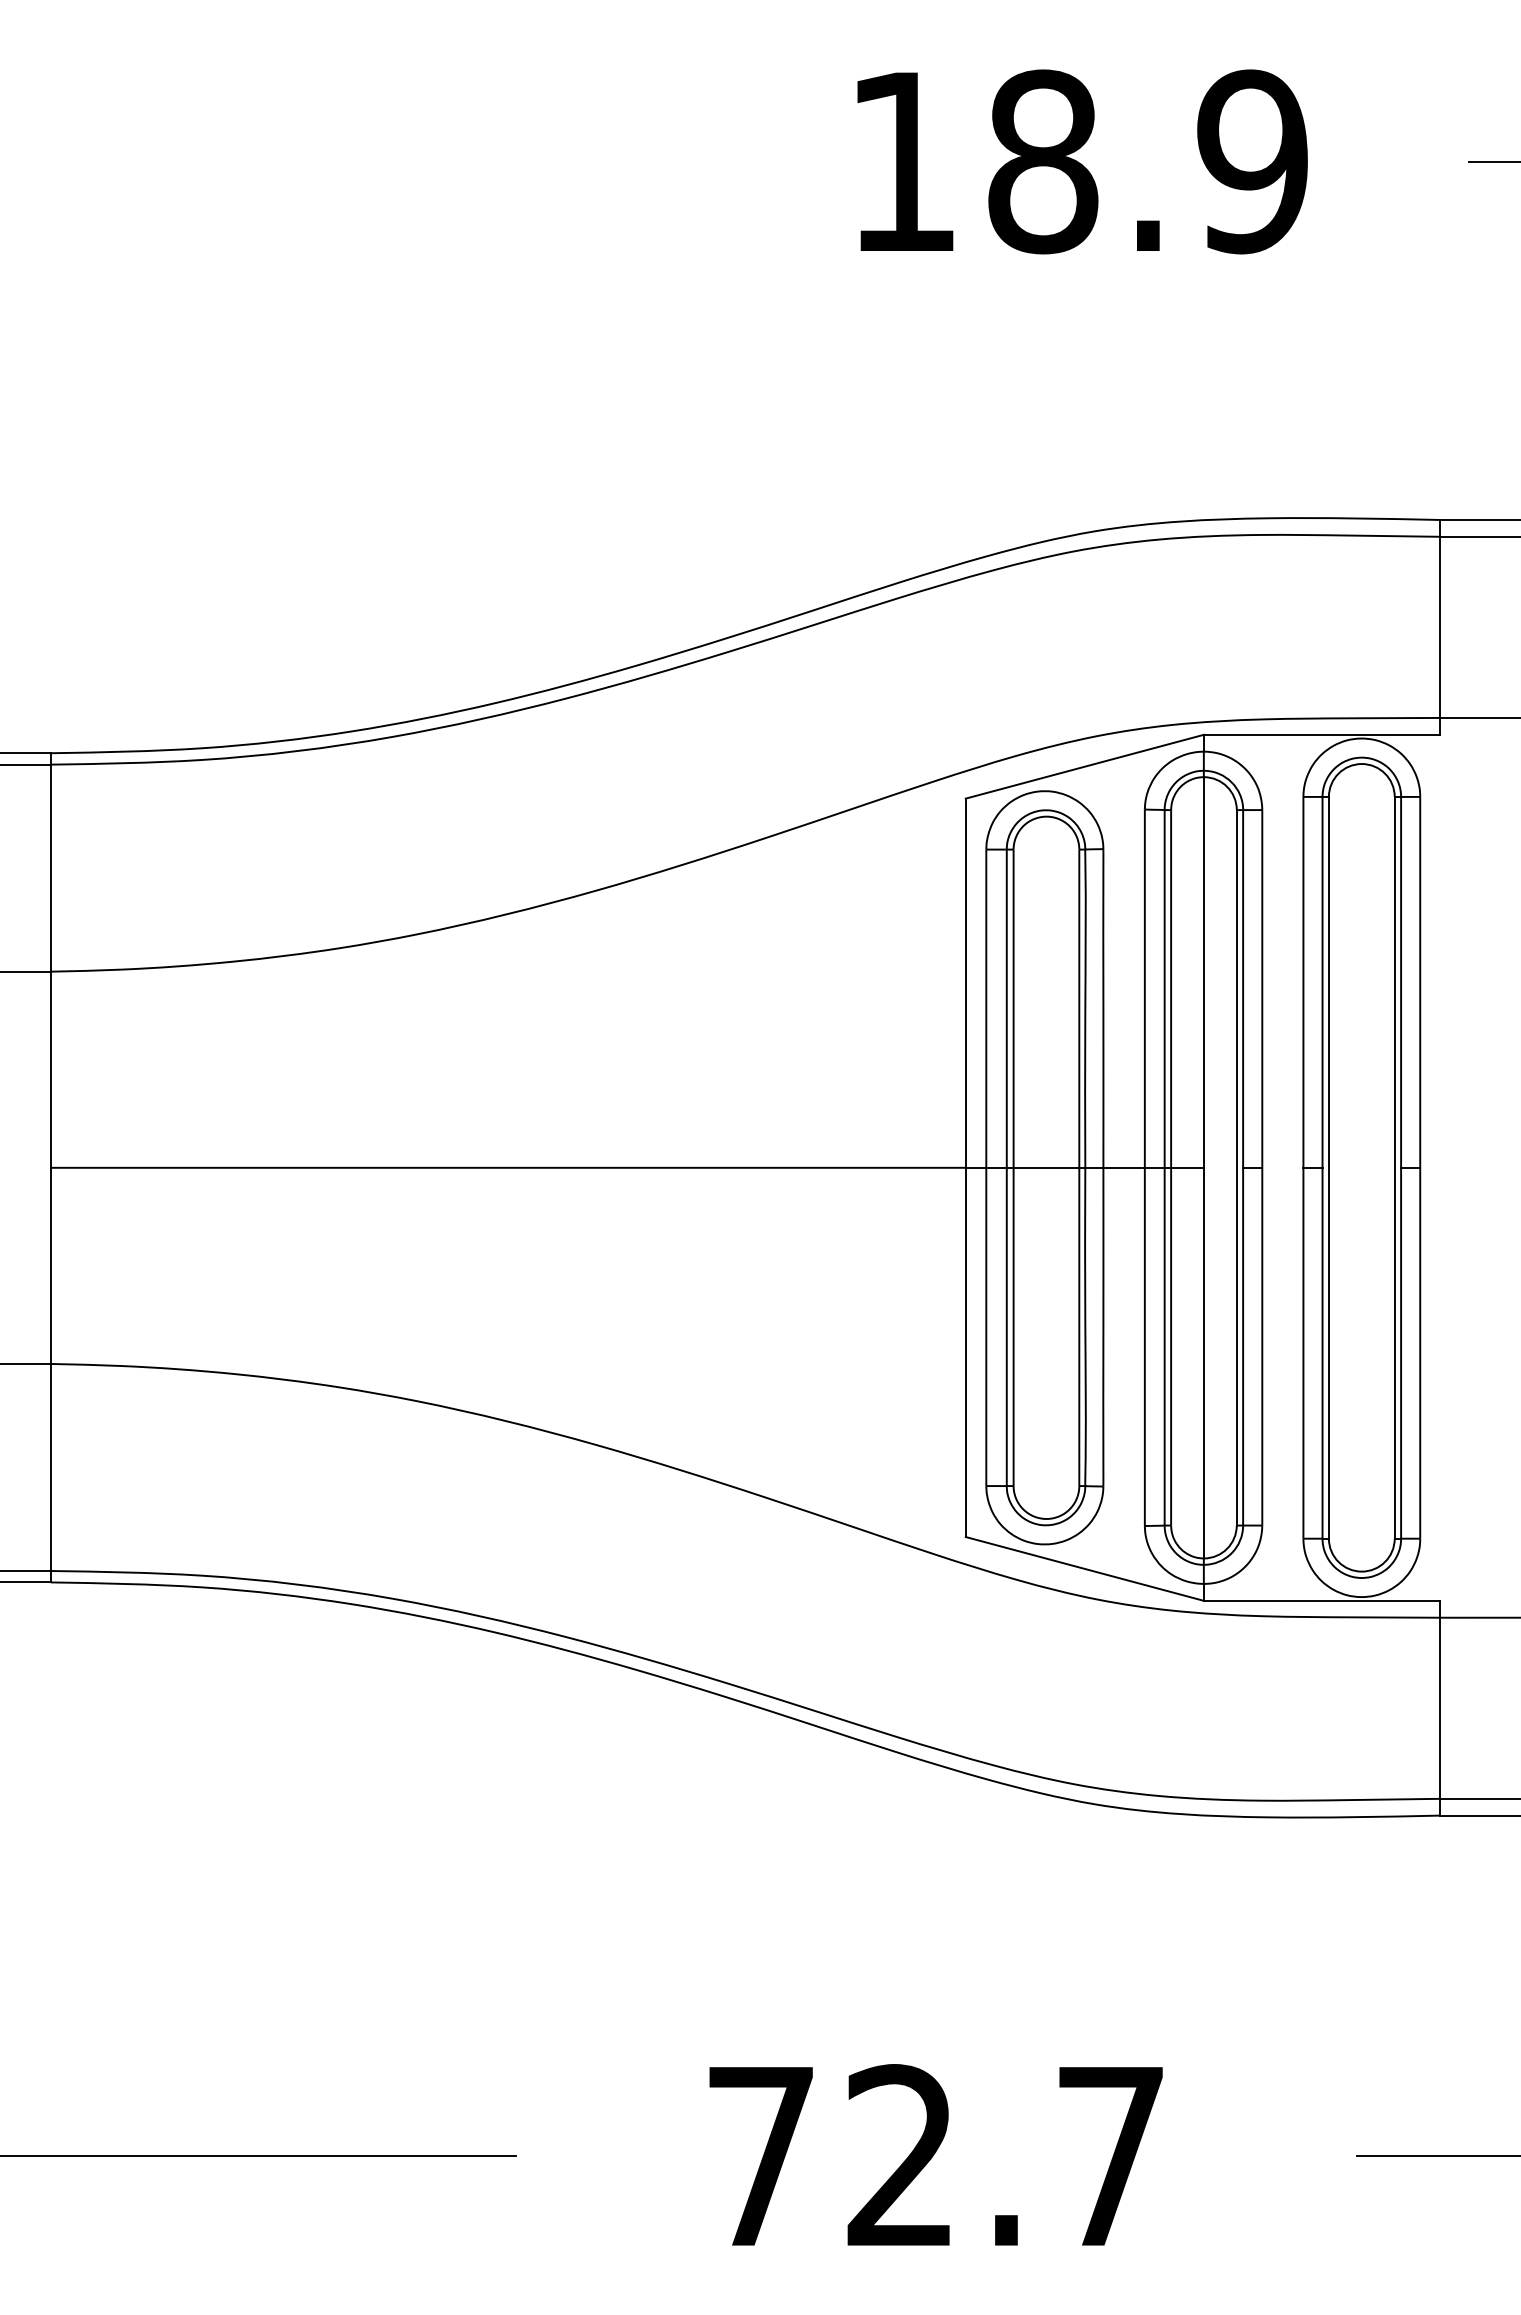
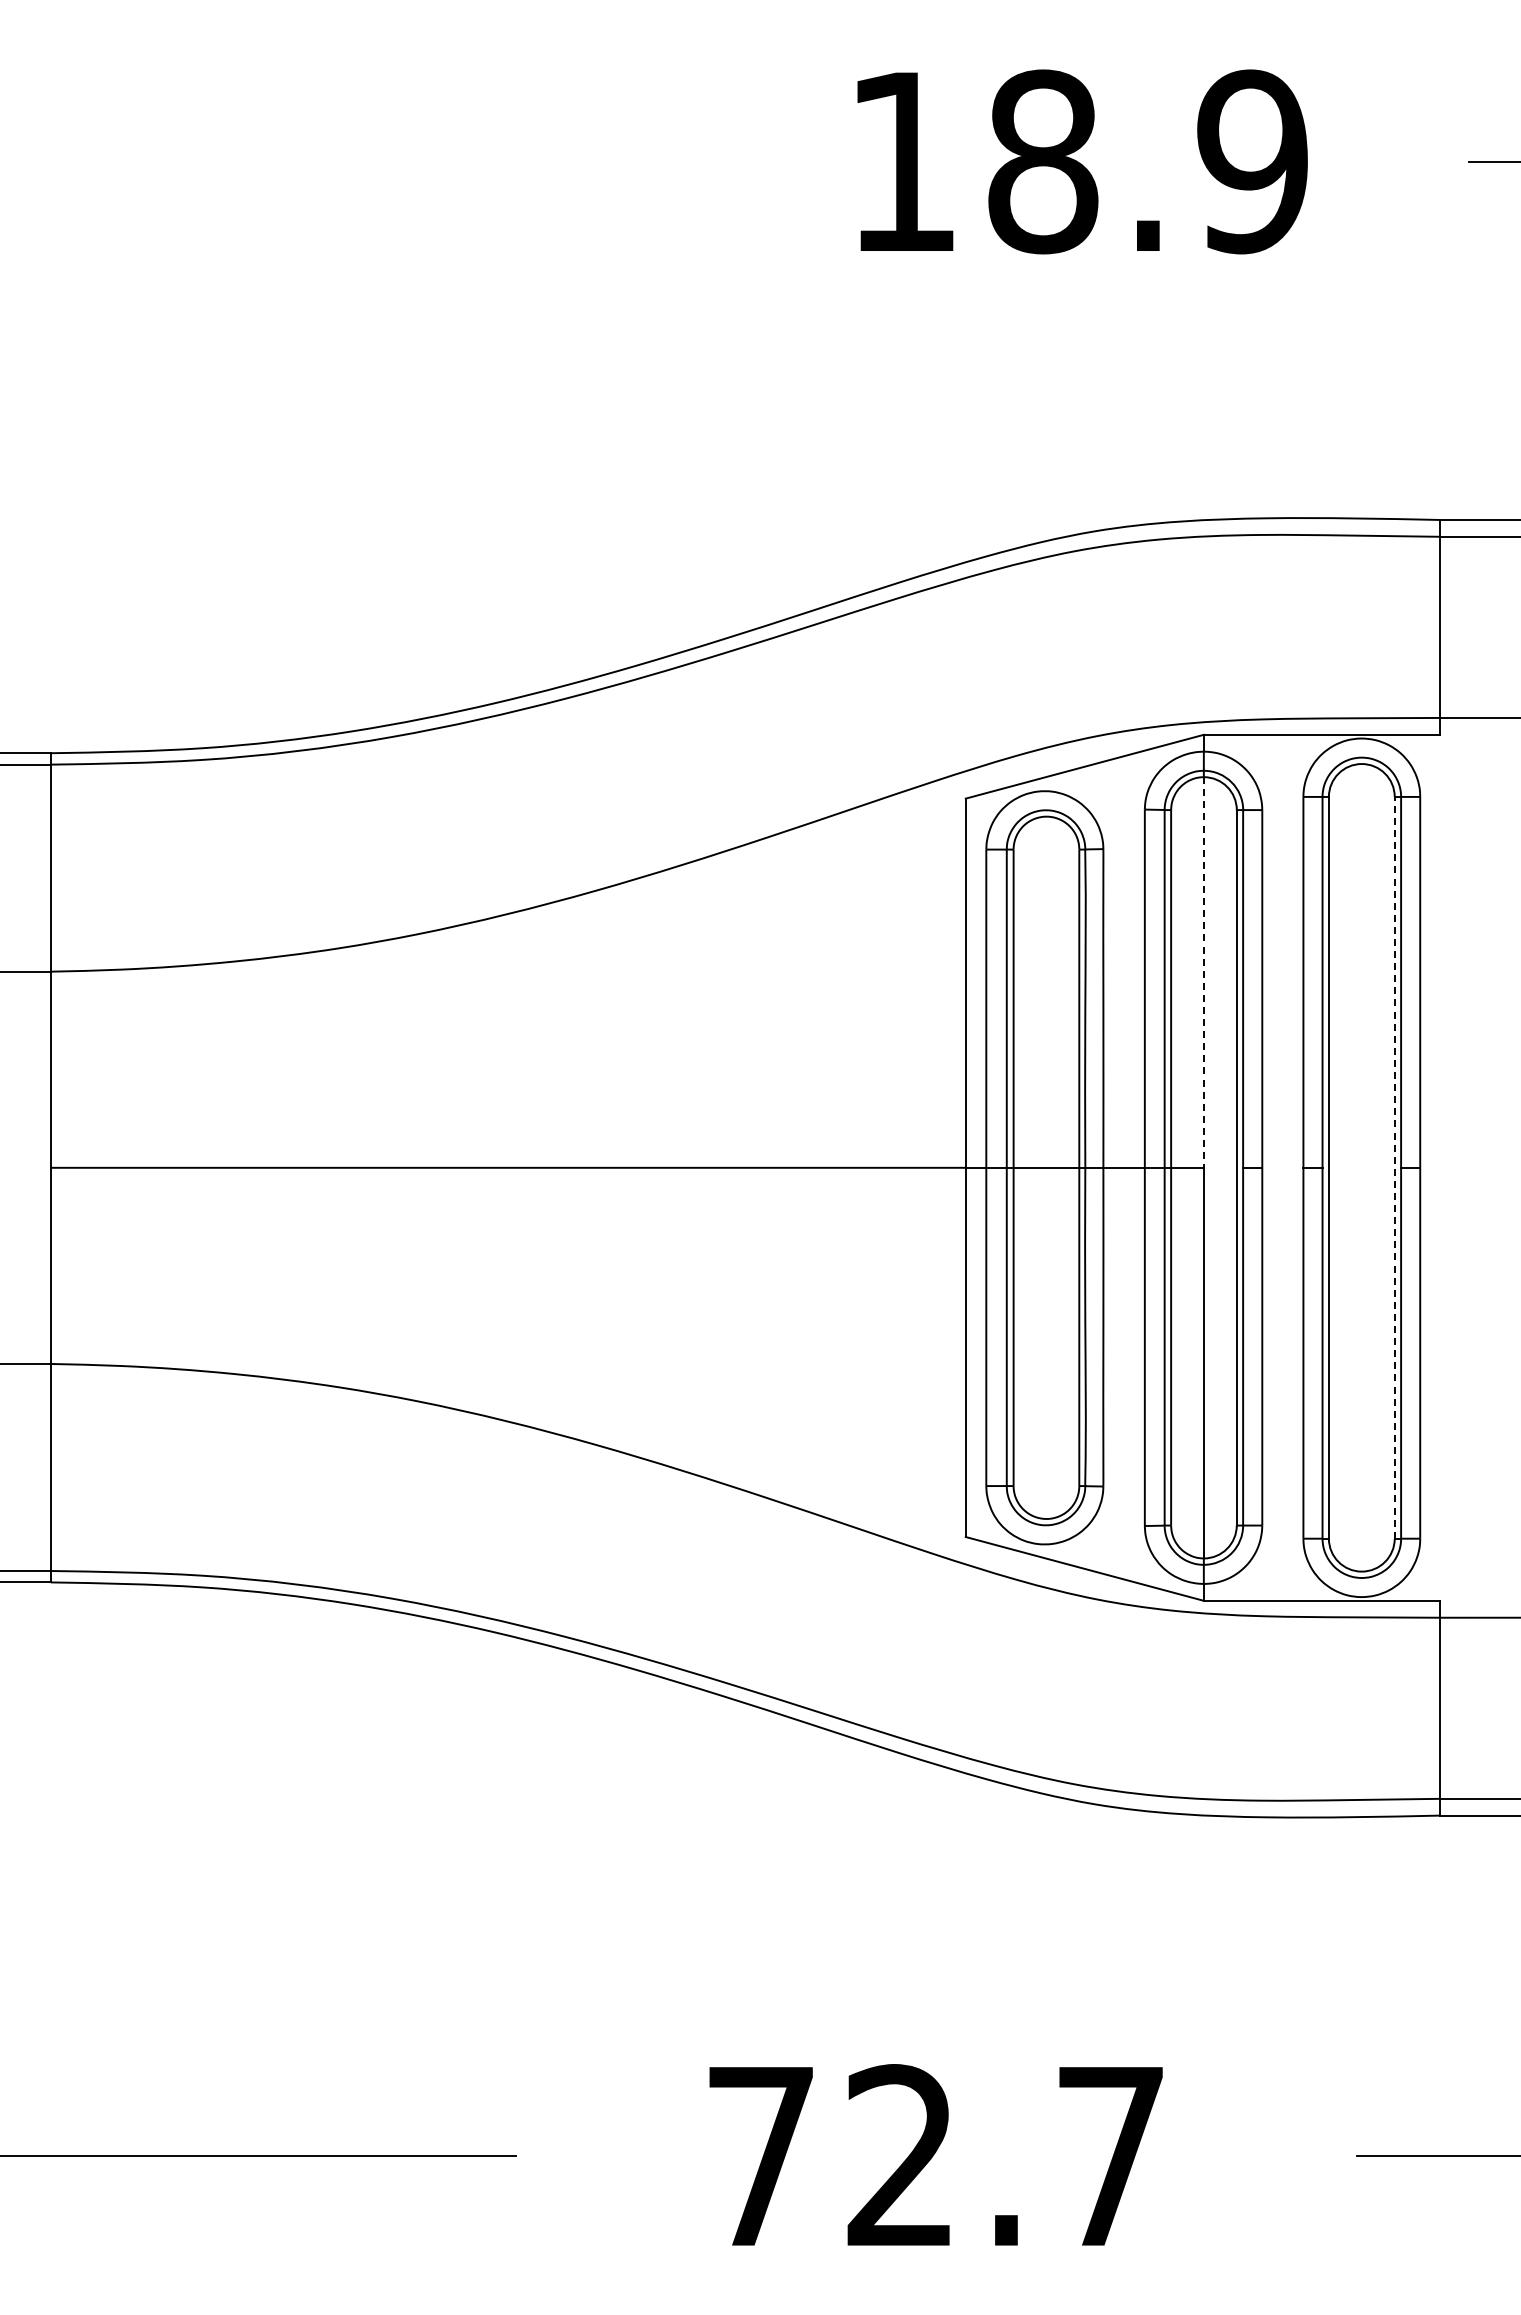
line at (1203, 973): solid -> dashed
line at (1394, 1167): solid -> dashed
